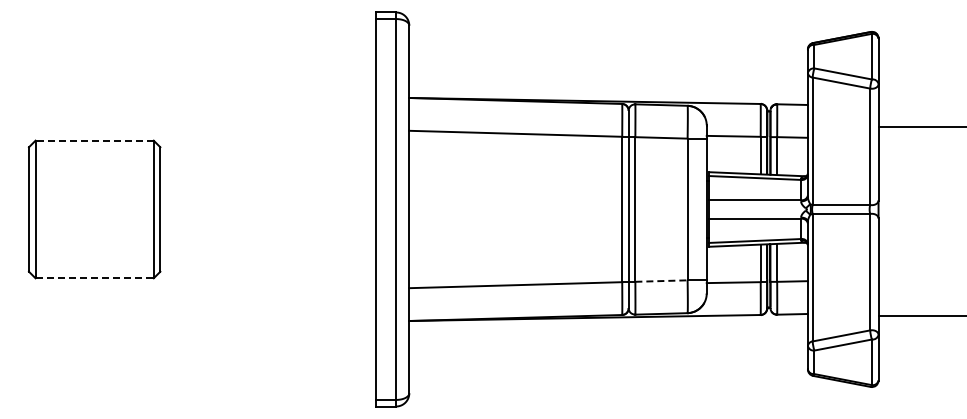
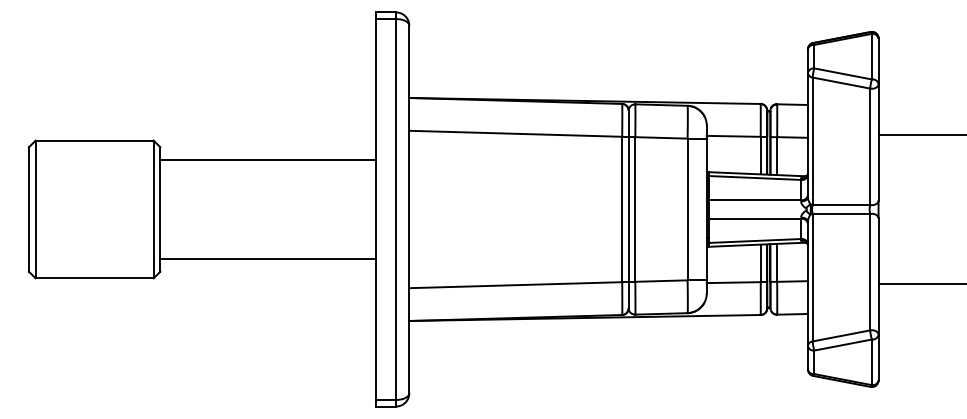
line at (920, 126) position: (920, 126) -> (920, 134)
line at (94, 140): dashed -> solid
line at (268, 160): none -> present
line at (268, 258): none -> present
line at (95, 278): dashed -> solid
line at (661, 281): dashed -> solid
line at (920, 316) position: (920, 316) -> (920, 284)
